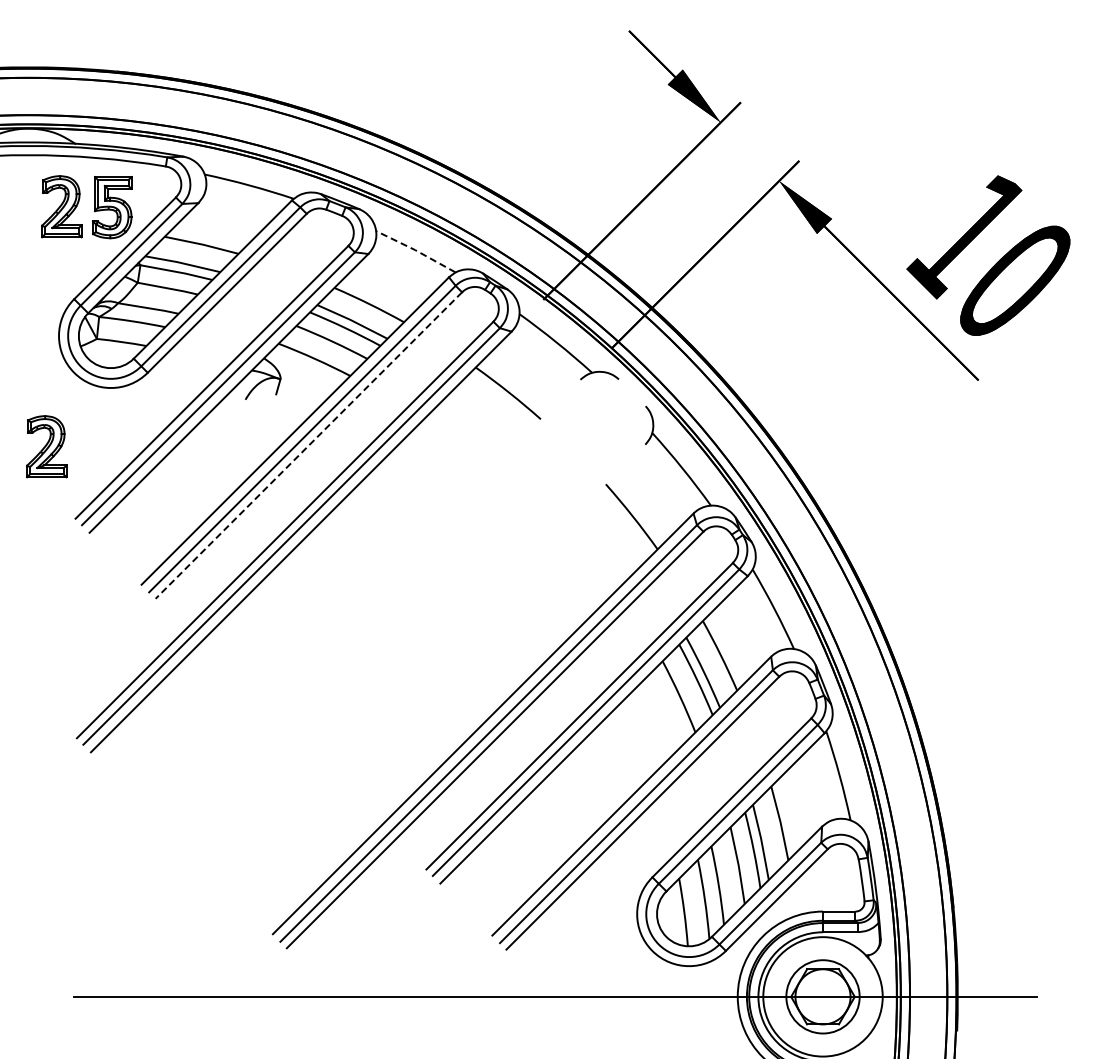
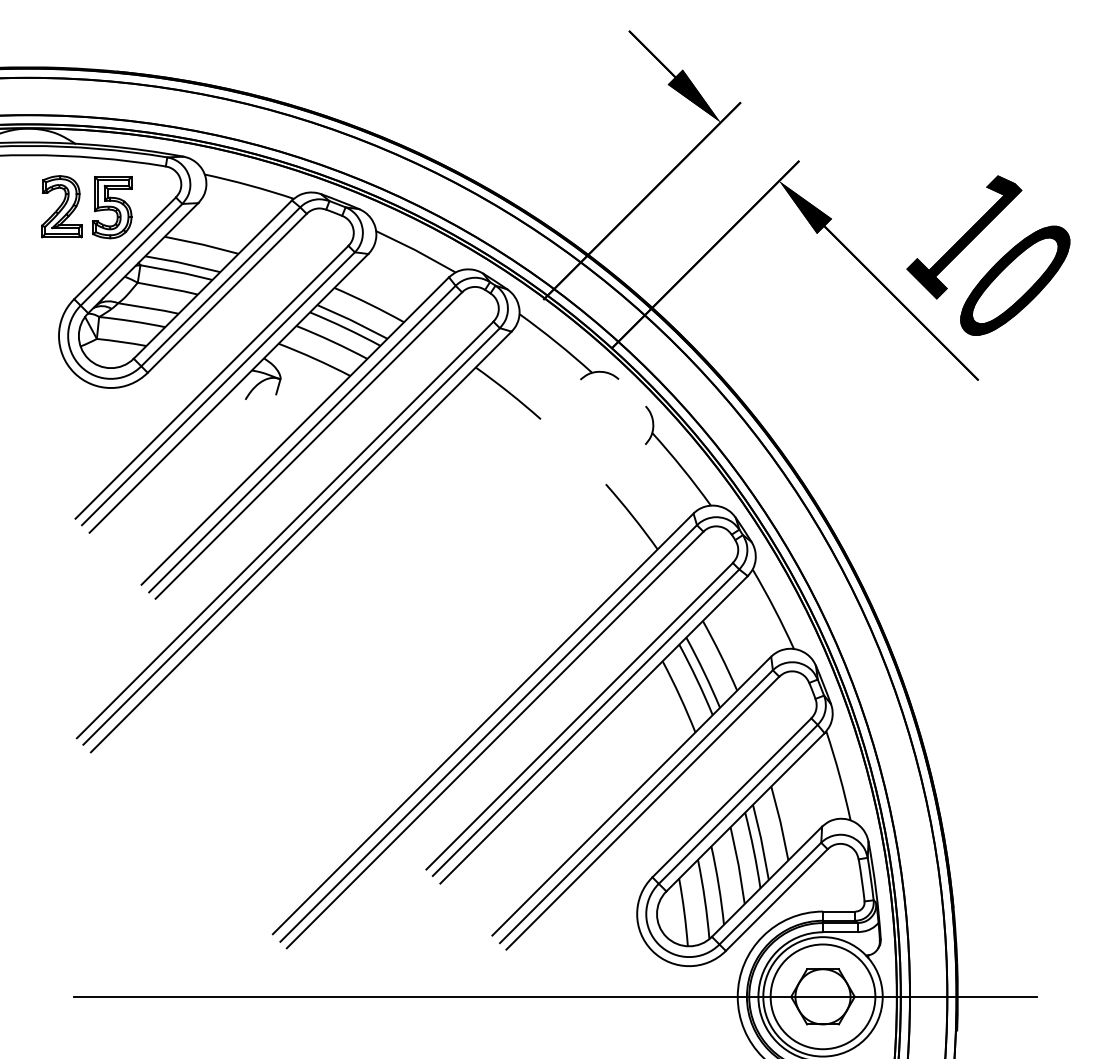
line at (415, 250): dashed -> solid
line at (308, 445): dashed -> solid
part at (46, 446): present -> none
circle at (822, 996) diameter: 73 px -> 105 px
